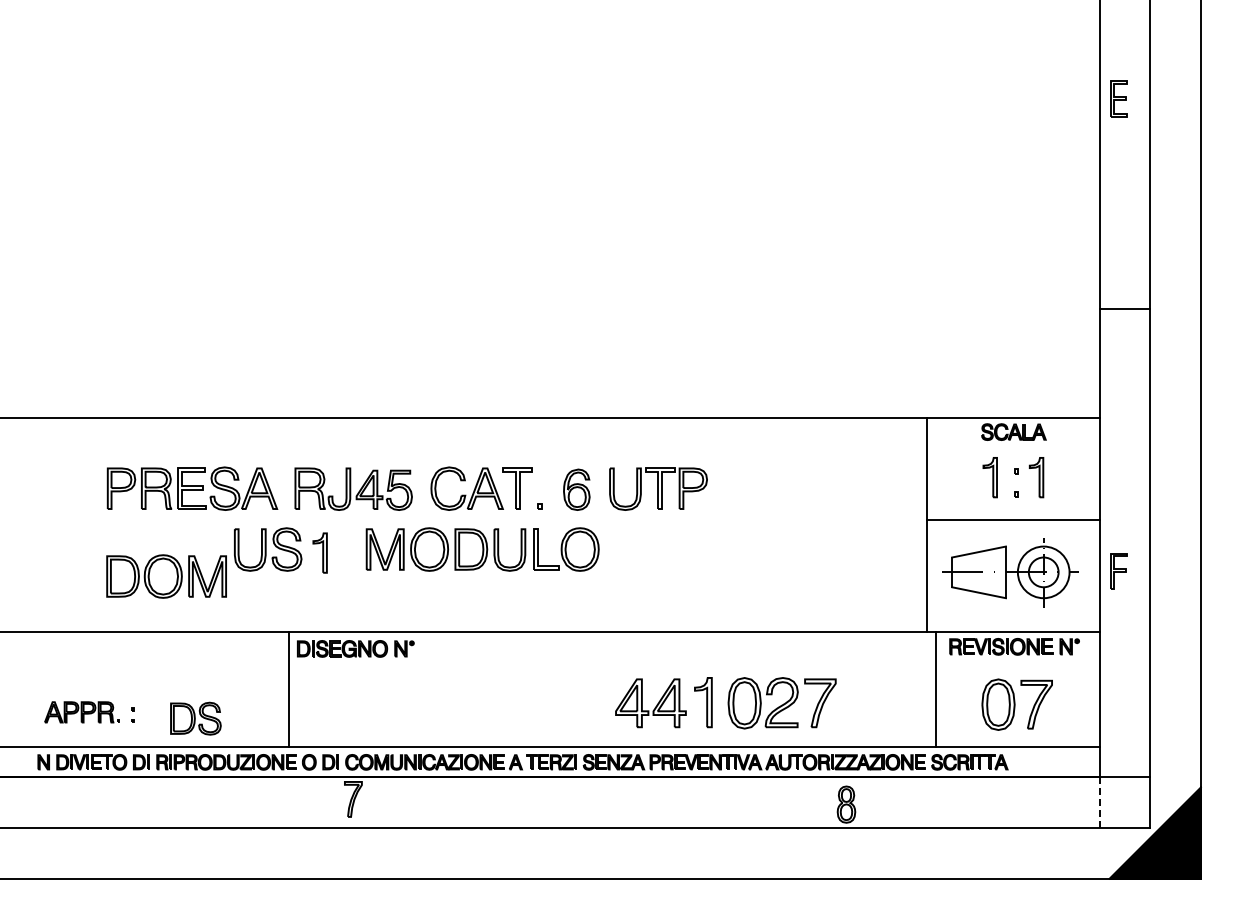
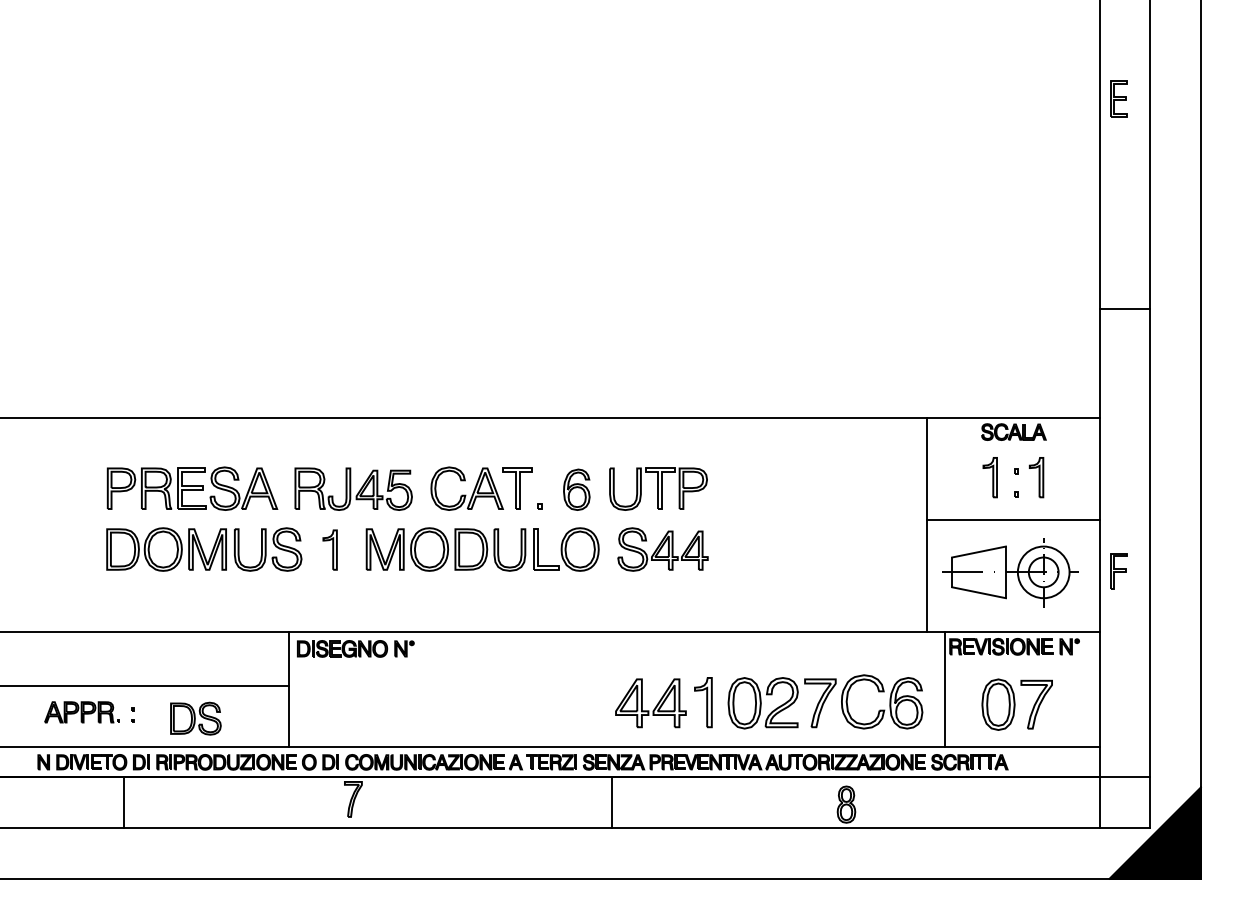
part at (662, 549): none -> present
part at (319, 552) position: (319, 552) -> (329, 549)
part at (166, 576) position: (166, 576) -> (166, 549)
line at (145, 686): none -> present
line at (936, 689) position: (936, 689) -> (945, 689)
part at (889, 701): none -> present
line at (123, 802): none -> present
line at (611, 802): none -> present
line at (1099, 802): dashed -> solid
